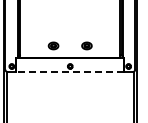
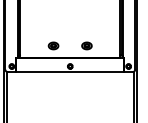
line at (70, 72): dashed -> solid
